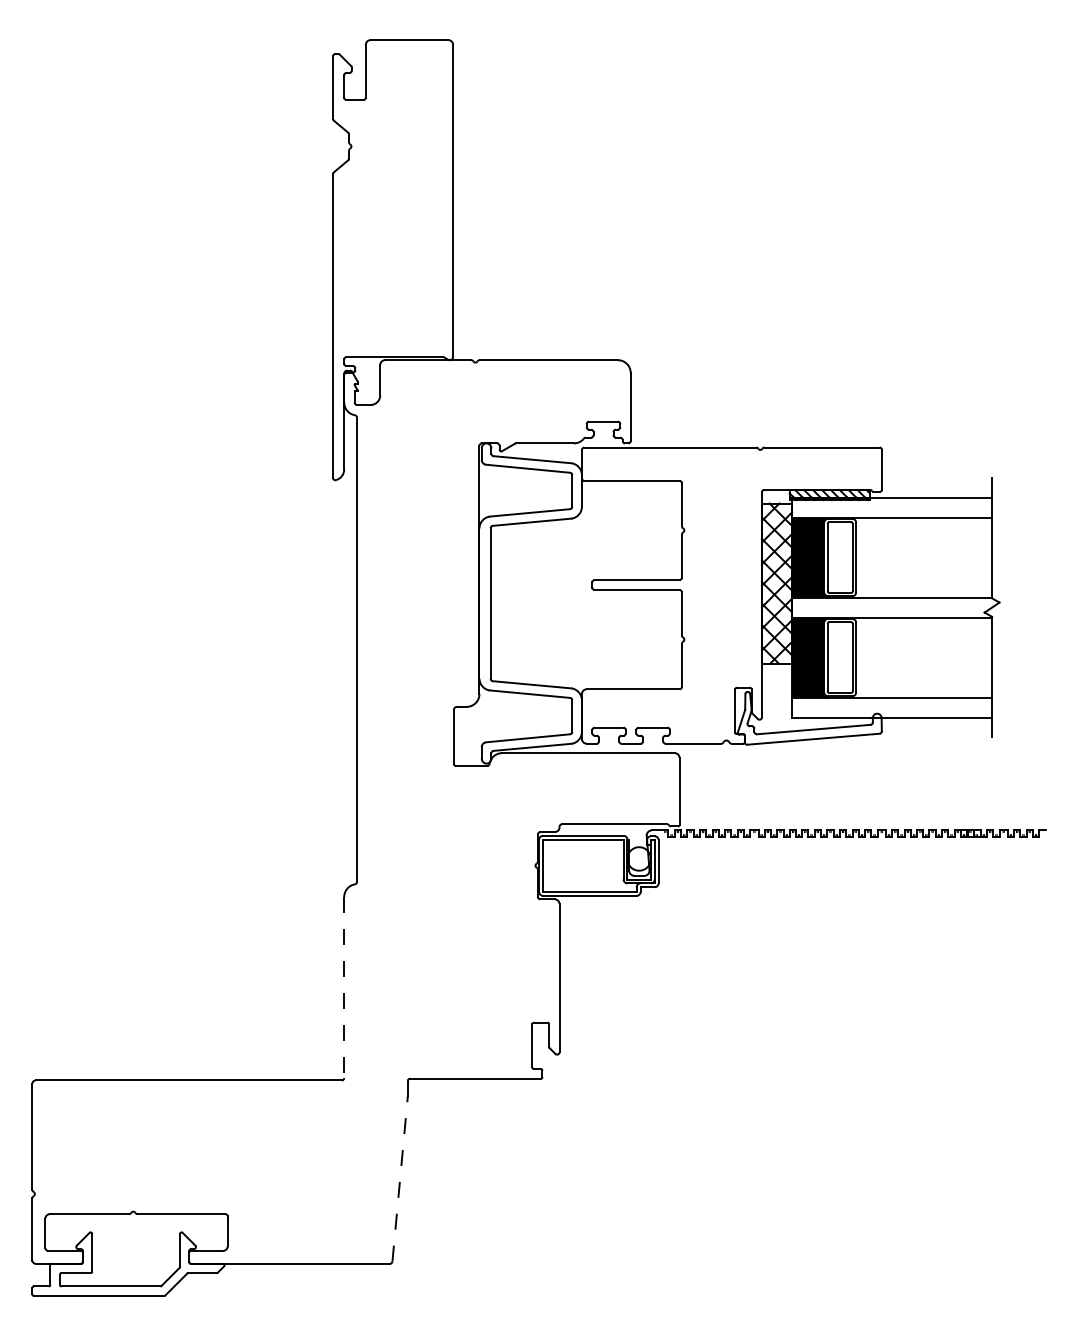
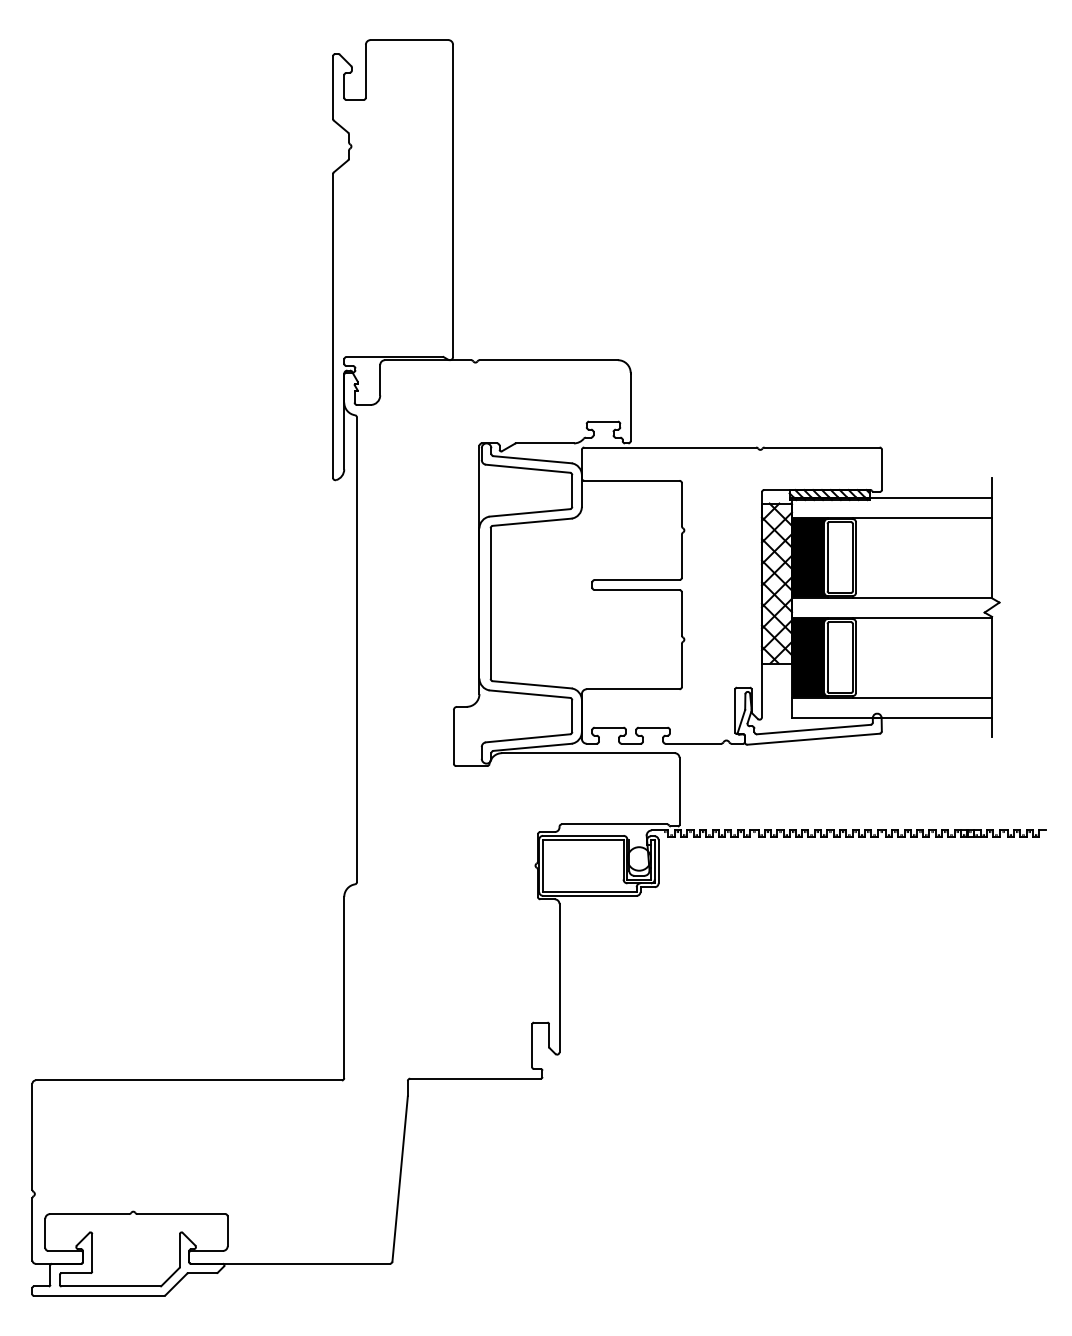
line at (344, 987): dashed -> solid
line at (400, 1179): dashed -> solid
